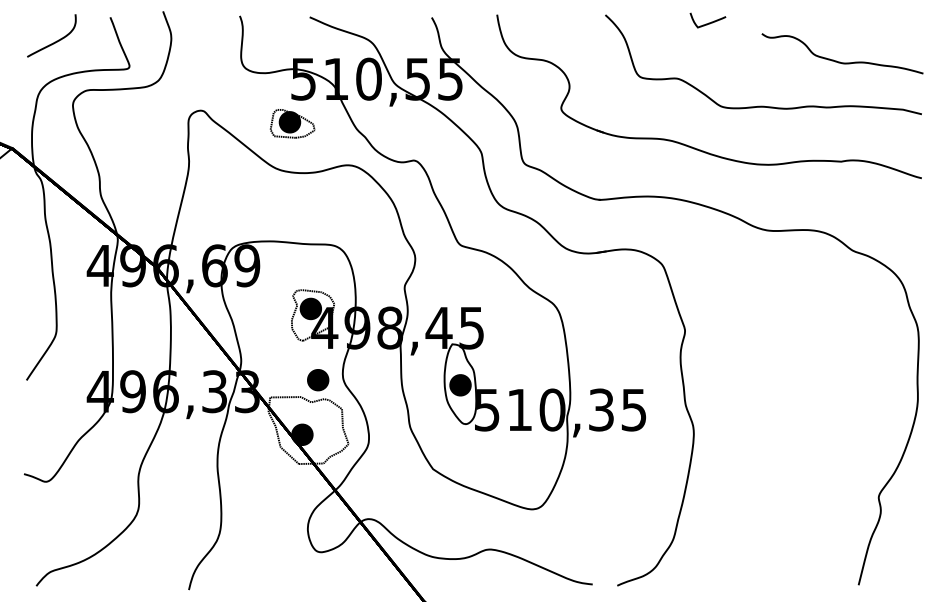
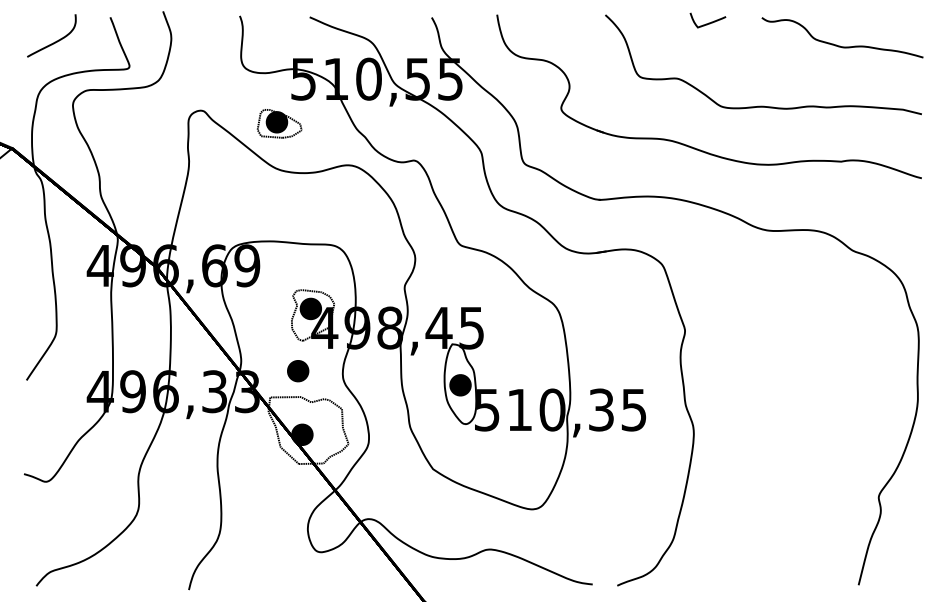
curve at (840, 61) position: (840, 61) -> (840, 45)
part at (292, 123) position: (292, 123) -> (279, 123)
part at (318, 380) position: (318, 380) -> (298, 371)
